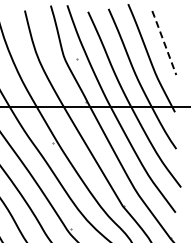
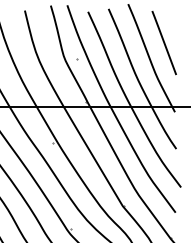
line at (163, 41): dashed -> solid
